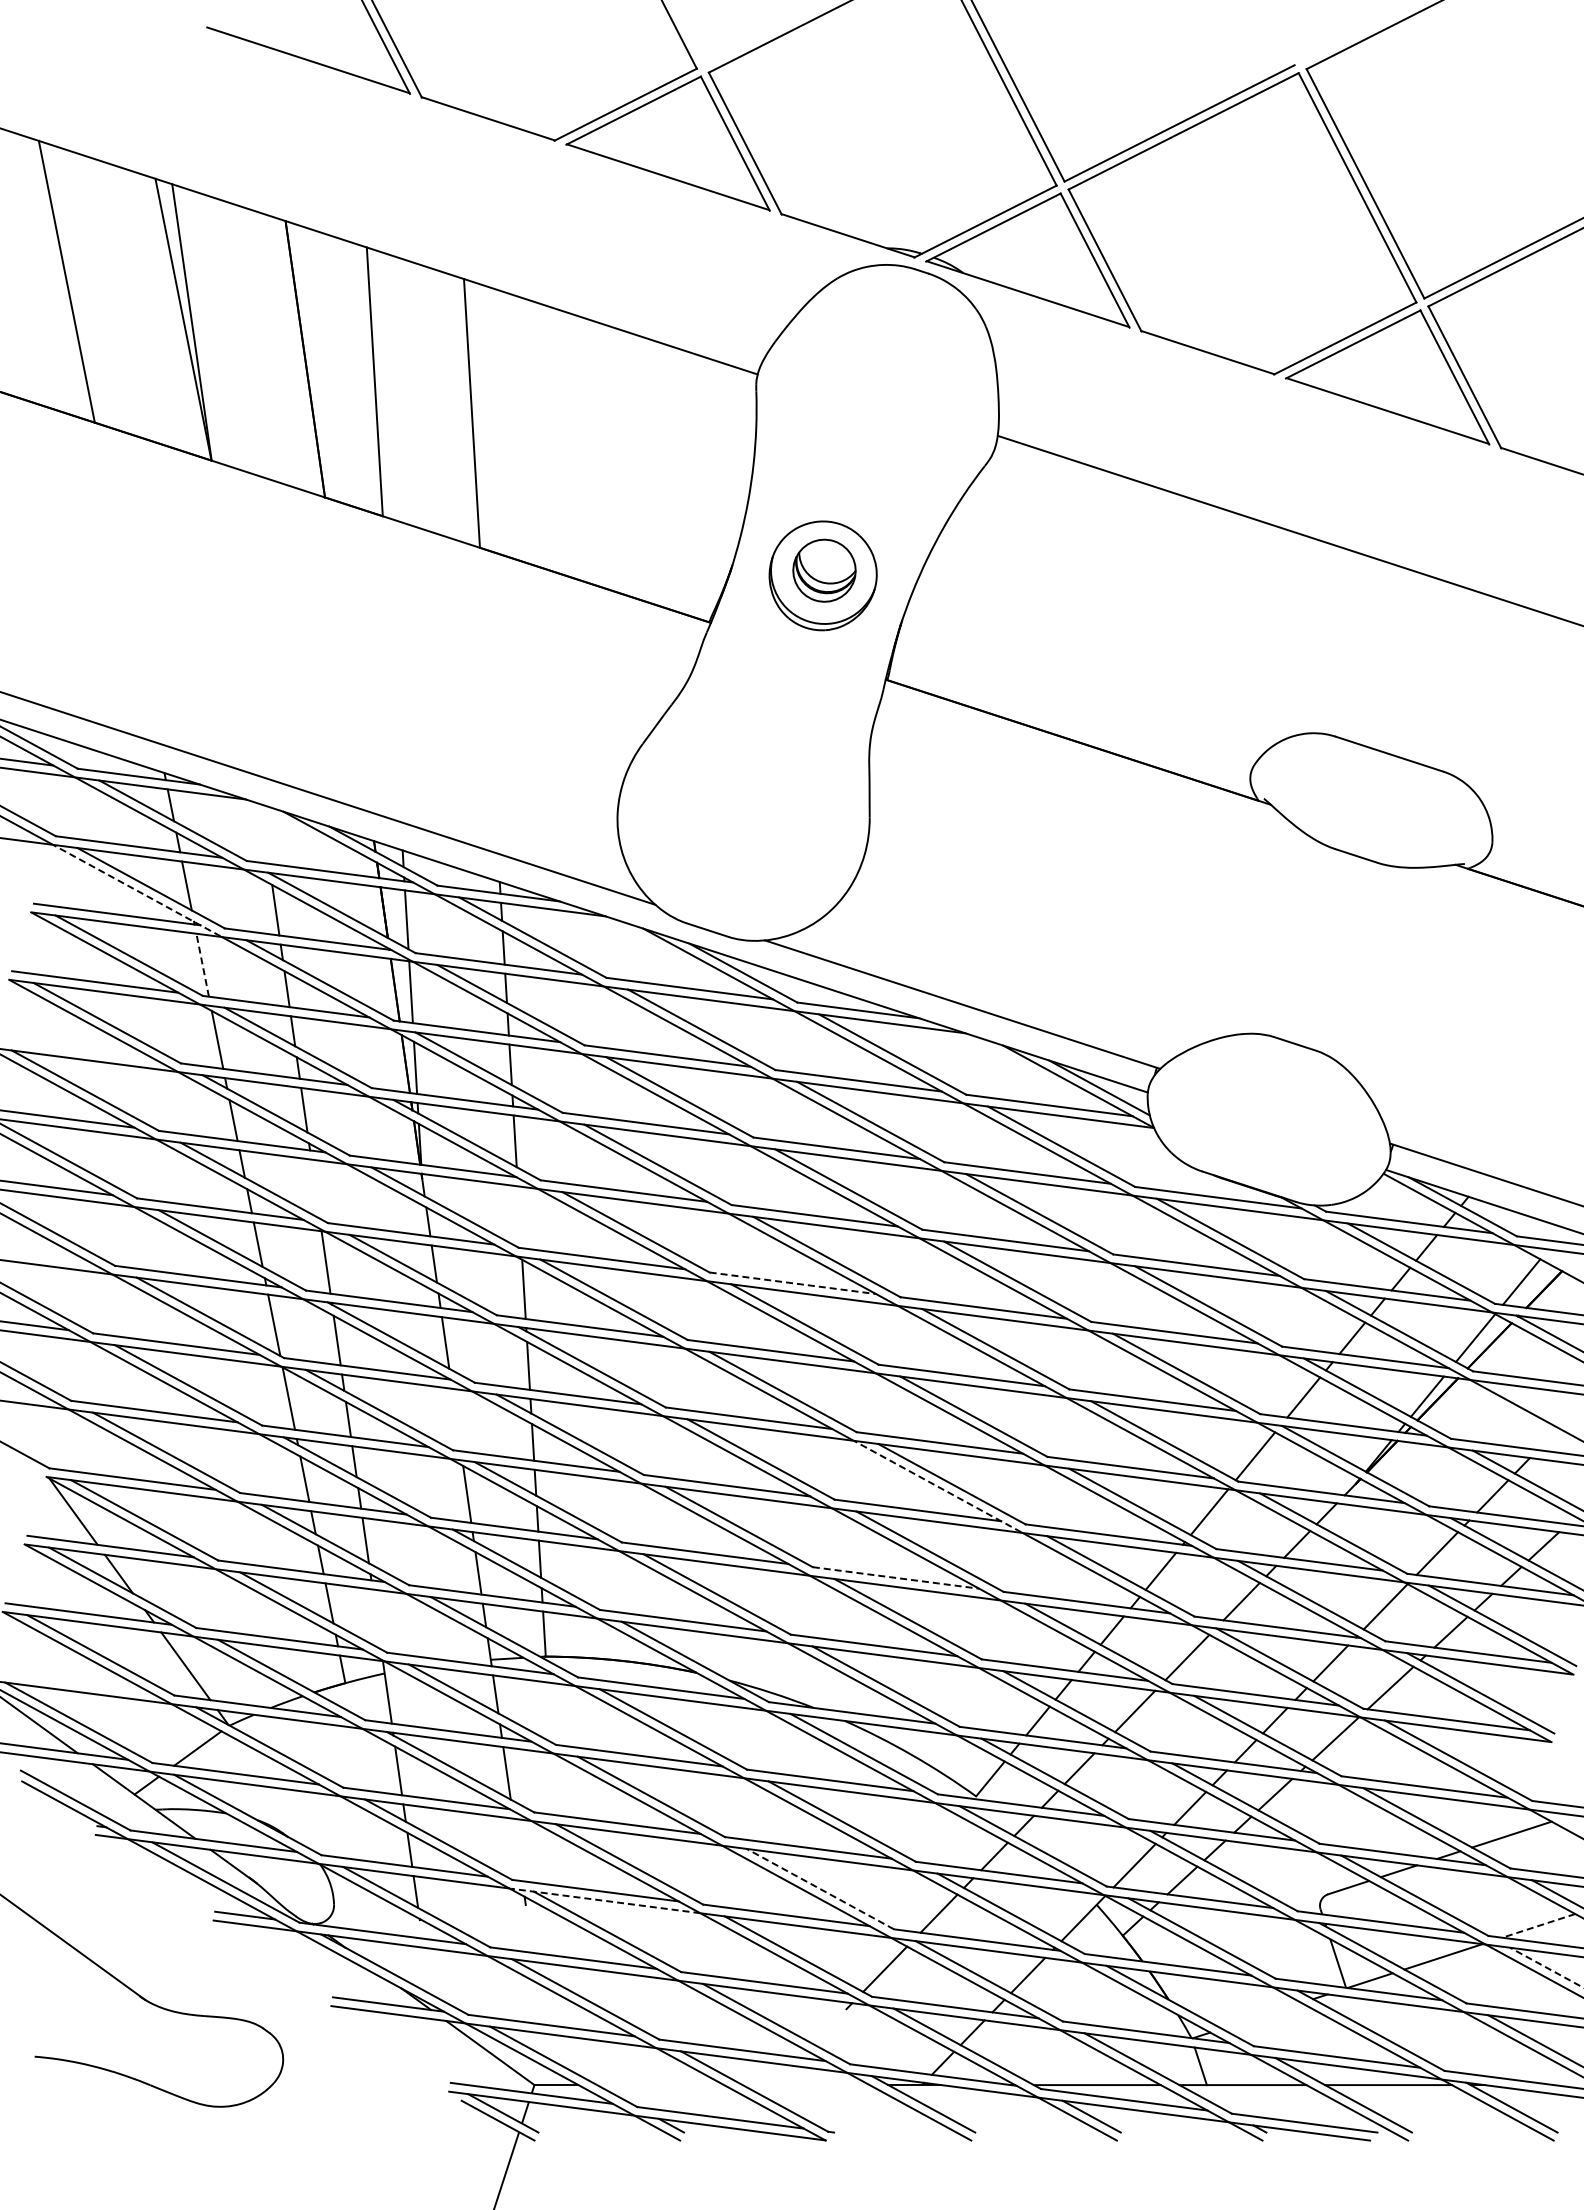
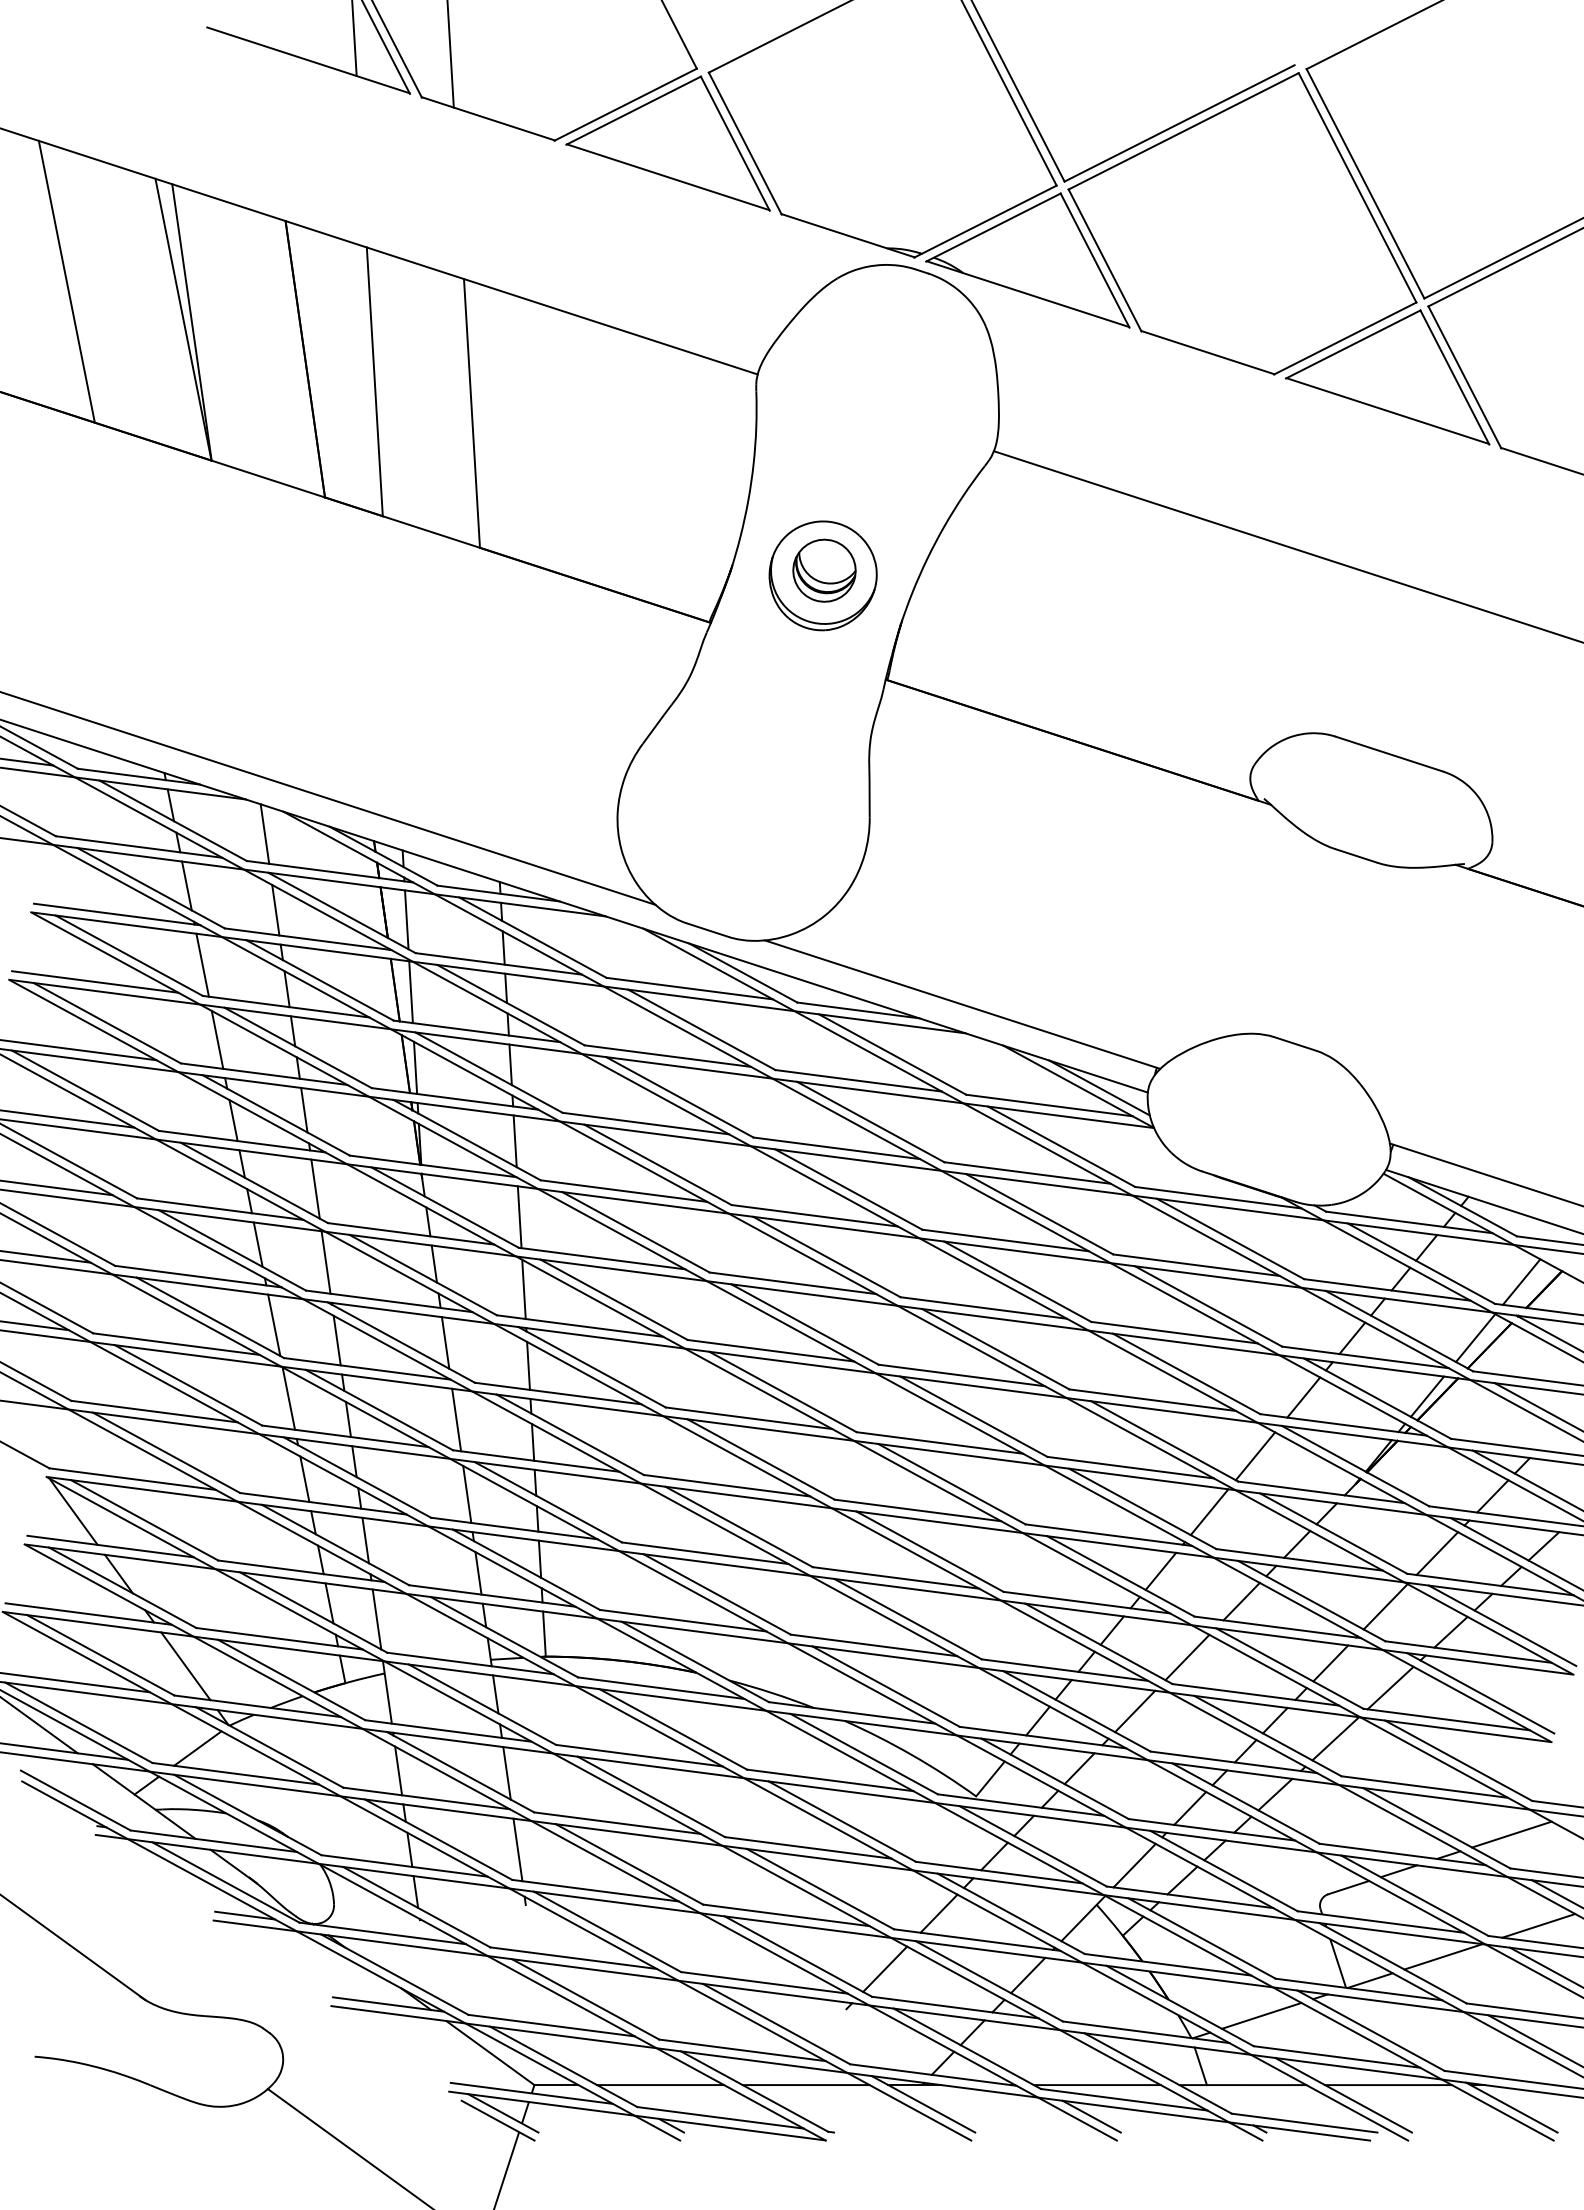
line at (354, 39): none -> present
line at (450, 54): none -> present
line at (1289, 530) position: (1289, 530) -> (1286, 546)
line at (264, 833): none -> present
line at (136, 890): dashed -> solid
line at (202, 964): dashed -> solid
line at (79, 1050): none -> present
line at (315, 1188): none -> present
line at (519, 1217): none -> present
line at (46, 1256): none -> present
line at (792, 1283): dashed -> solid
line at (1537, 1406): none -> present
line at (456, 1419): none -> present
line at (937, 1486): dashed -> solid
line at (896, 1577): dashed -> solid
line at (376, 1619): none -> present
line at (76, 1682): none -> present
line at (517, 1849): none -> present
line at (820, 1889): dashed -> solid
line at (605, 1900): dashed -> solid
line at (1538, 1926): dashed -> solid
line at (1546, 1967): dashed -> solid
line at (1261, 2015): none -> present
line at (660, 2085): none -> present
line at (805, 2085): none -> present
line at (348, 2147): none -> present
